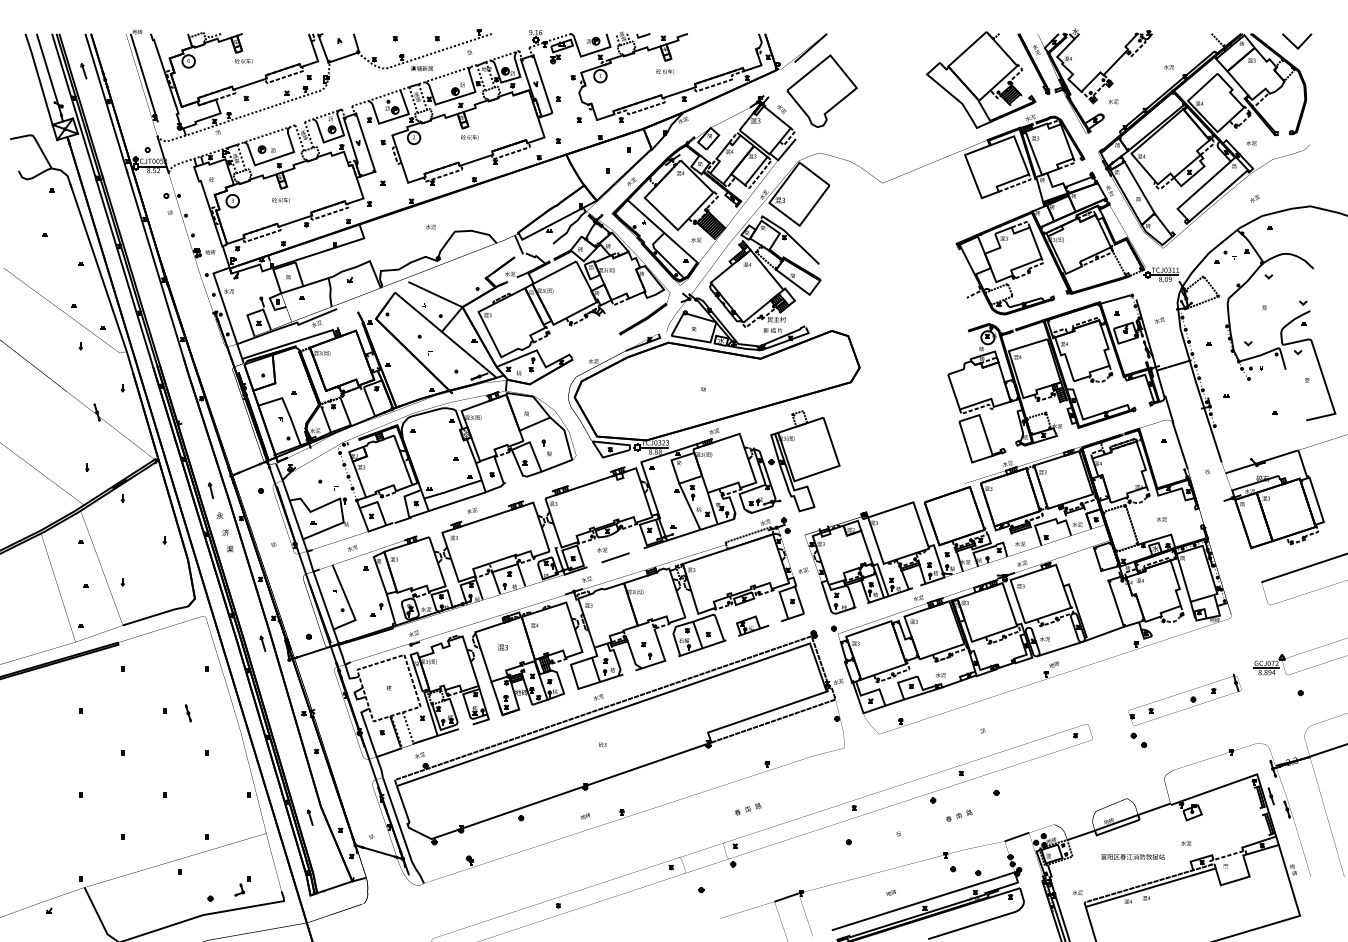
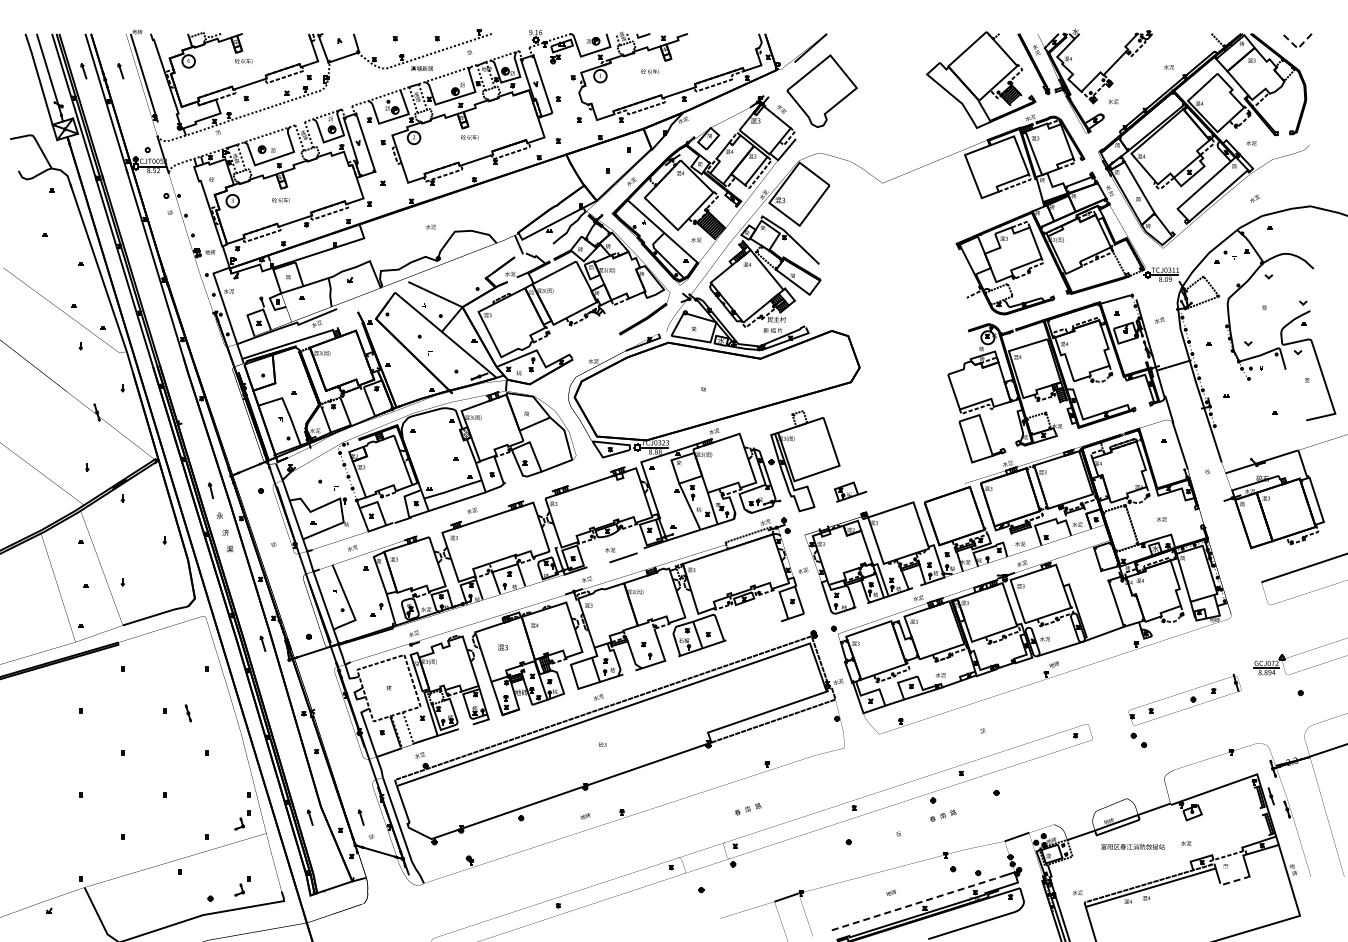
line at (1297, 48): solid -> dashed
part at (120, 71): none -> present
text at (665, 71) position: (665, 71) -> (650, 71)
part at (546, 447): present -> none
part at (613, 555) position: (613, 555) -> (621, 555)
part at (752, 625) position: (752, 625) -> (850, 491)
text at (959, 815) position: (959, 815) -> (943, 815)
part at (360, 817): none -> present
part at (242, 820): none -> present
text at (1132, 856) position: (1132, 856) -> (1132, 846)
line at (1230, 882): solid -> dashed
line at (917, 903): solid -> dashed
